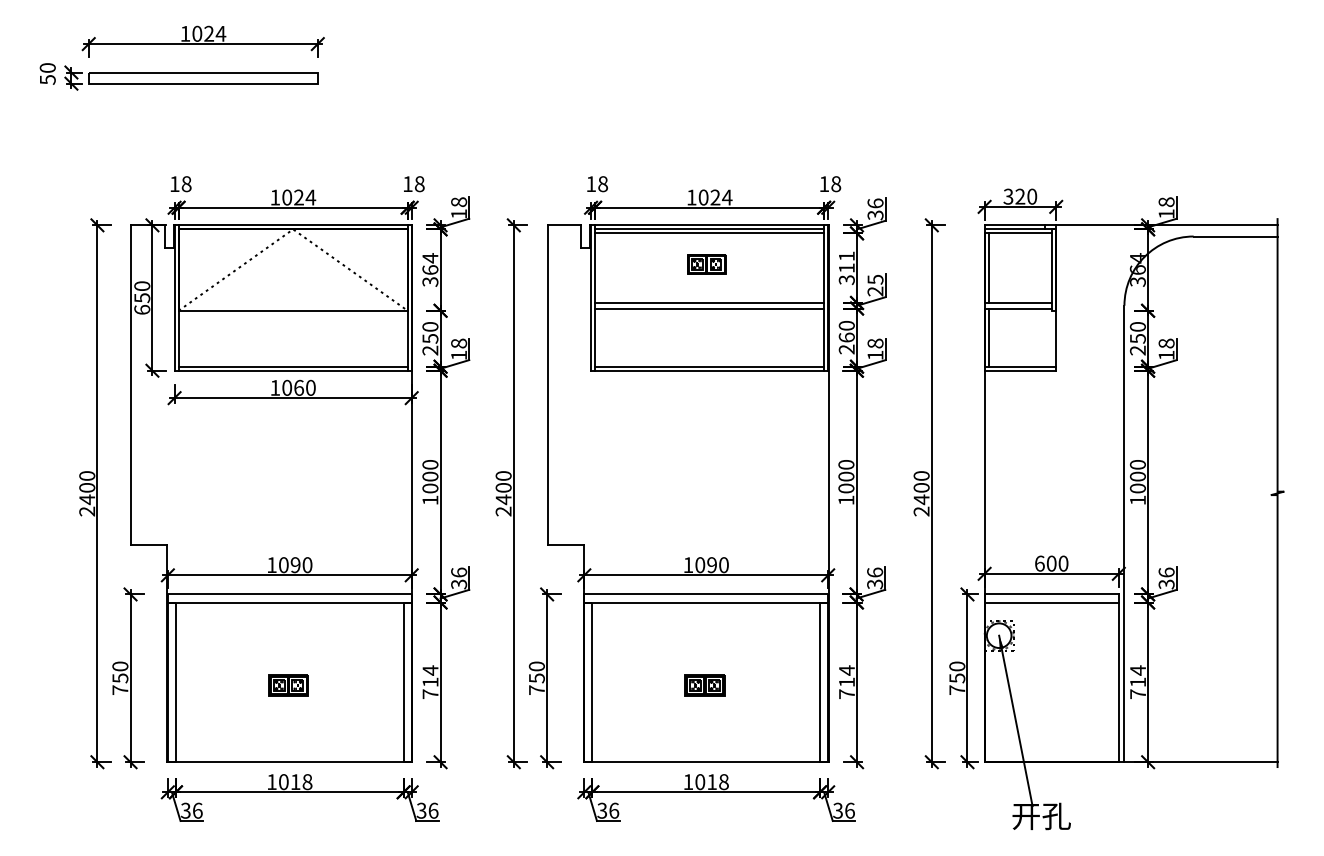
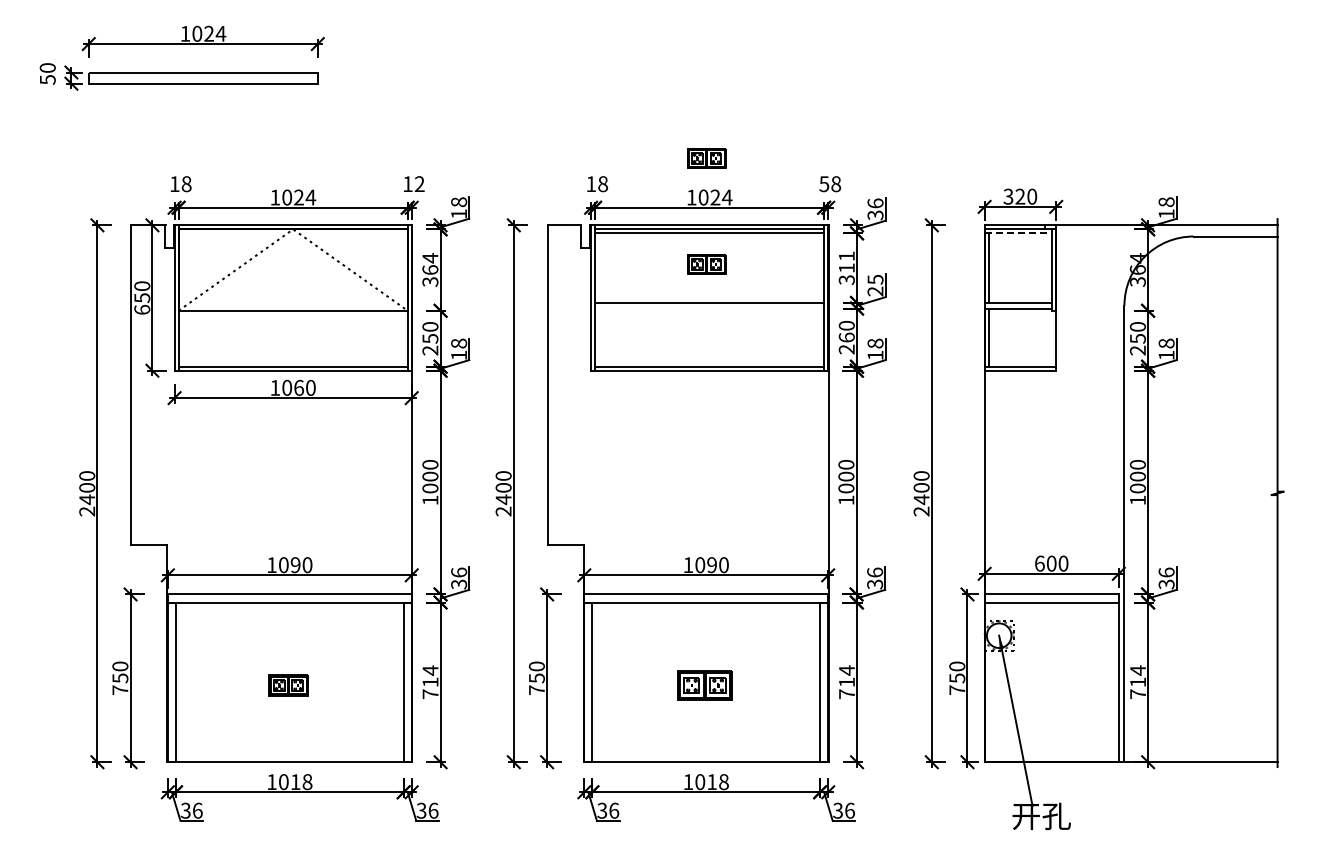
part at (706, 158): none -> present
text at (419, 184): 18 -> 12
text at (824, 184): 18 -> 58
line at (1018, 233): solid -> dashed
line at (709, 308): present -> none
part at (704, 685) size: 42x23 px -> 56x31 px
